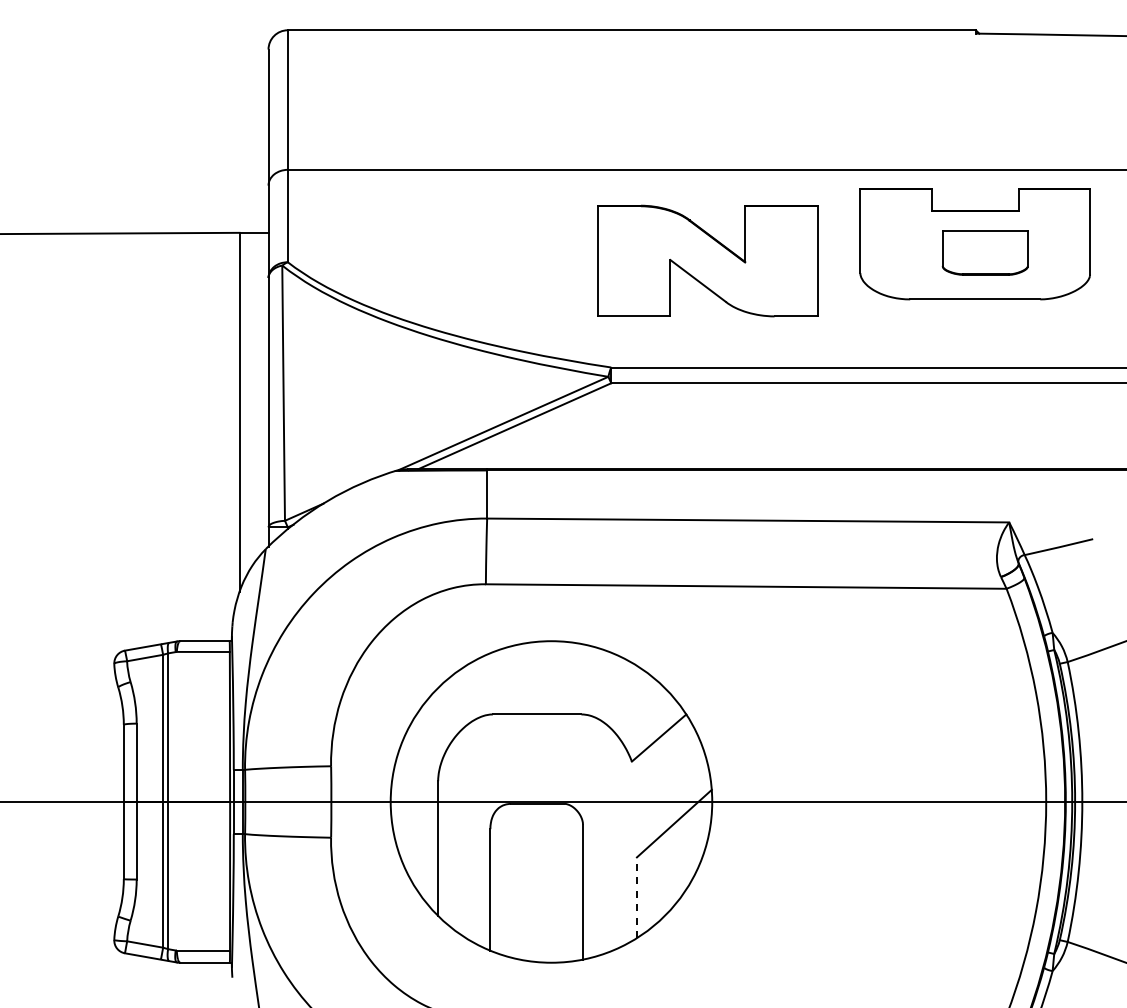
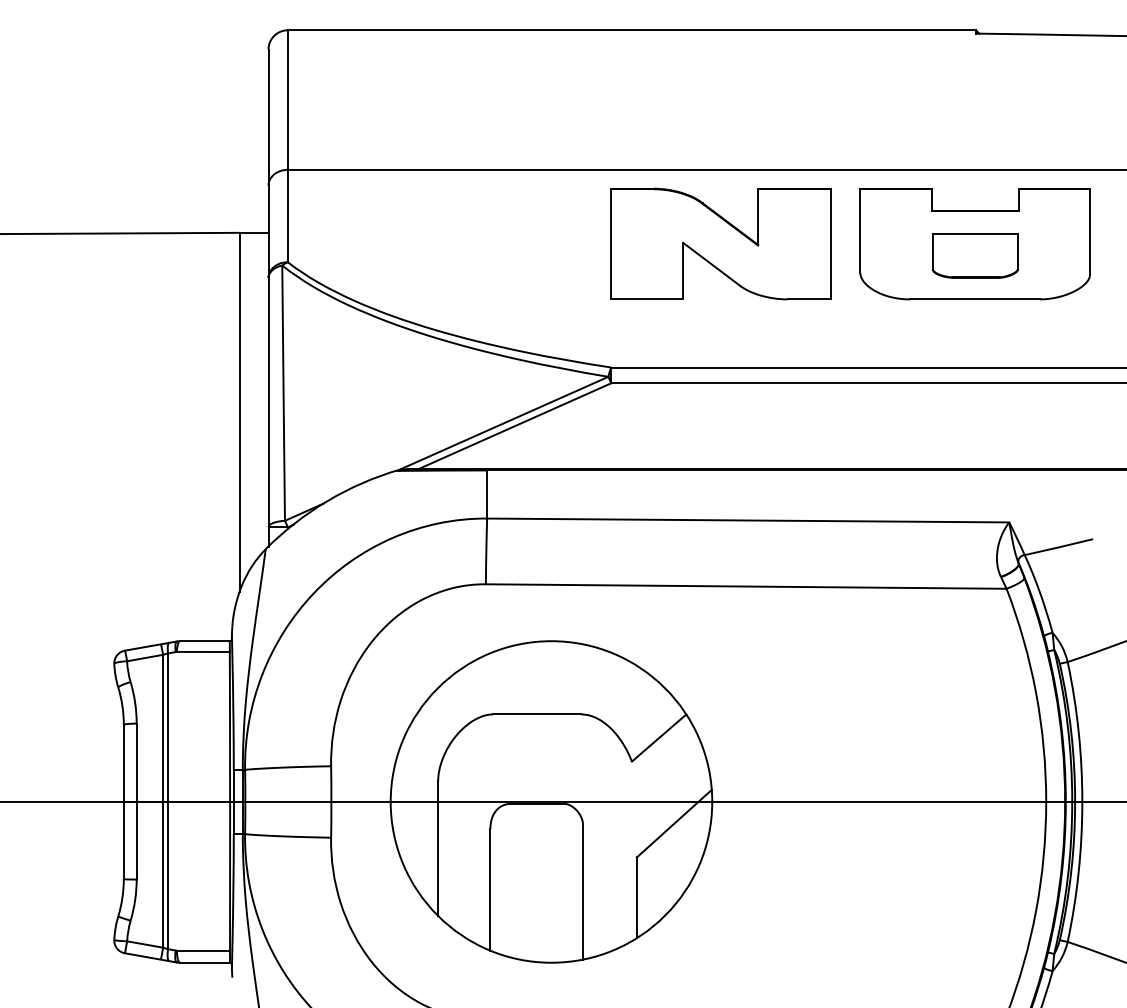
part at (984, 252) position: (984, 252) -> (974, 255)
part at (707, 260) position: (707, 260) -> (720, 243)
line at (636, 897): dashed -> solid
